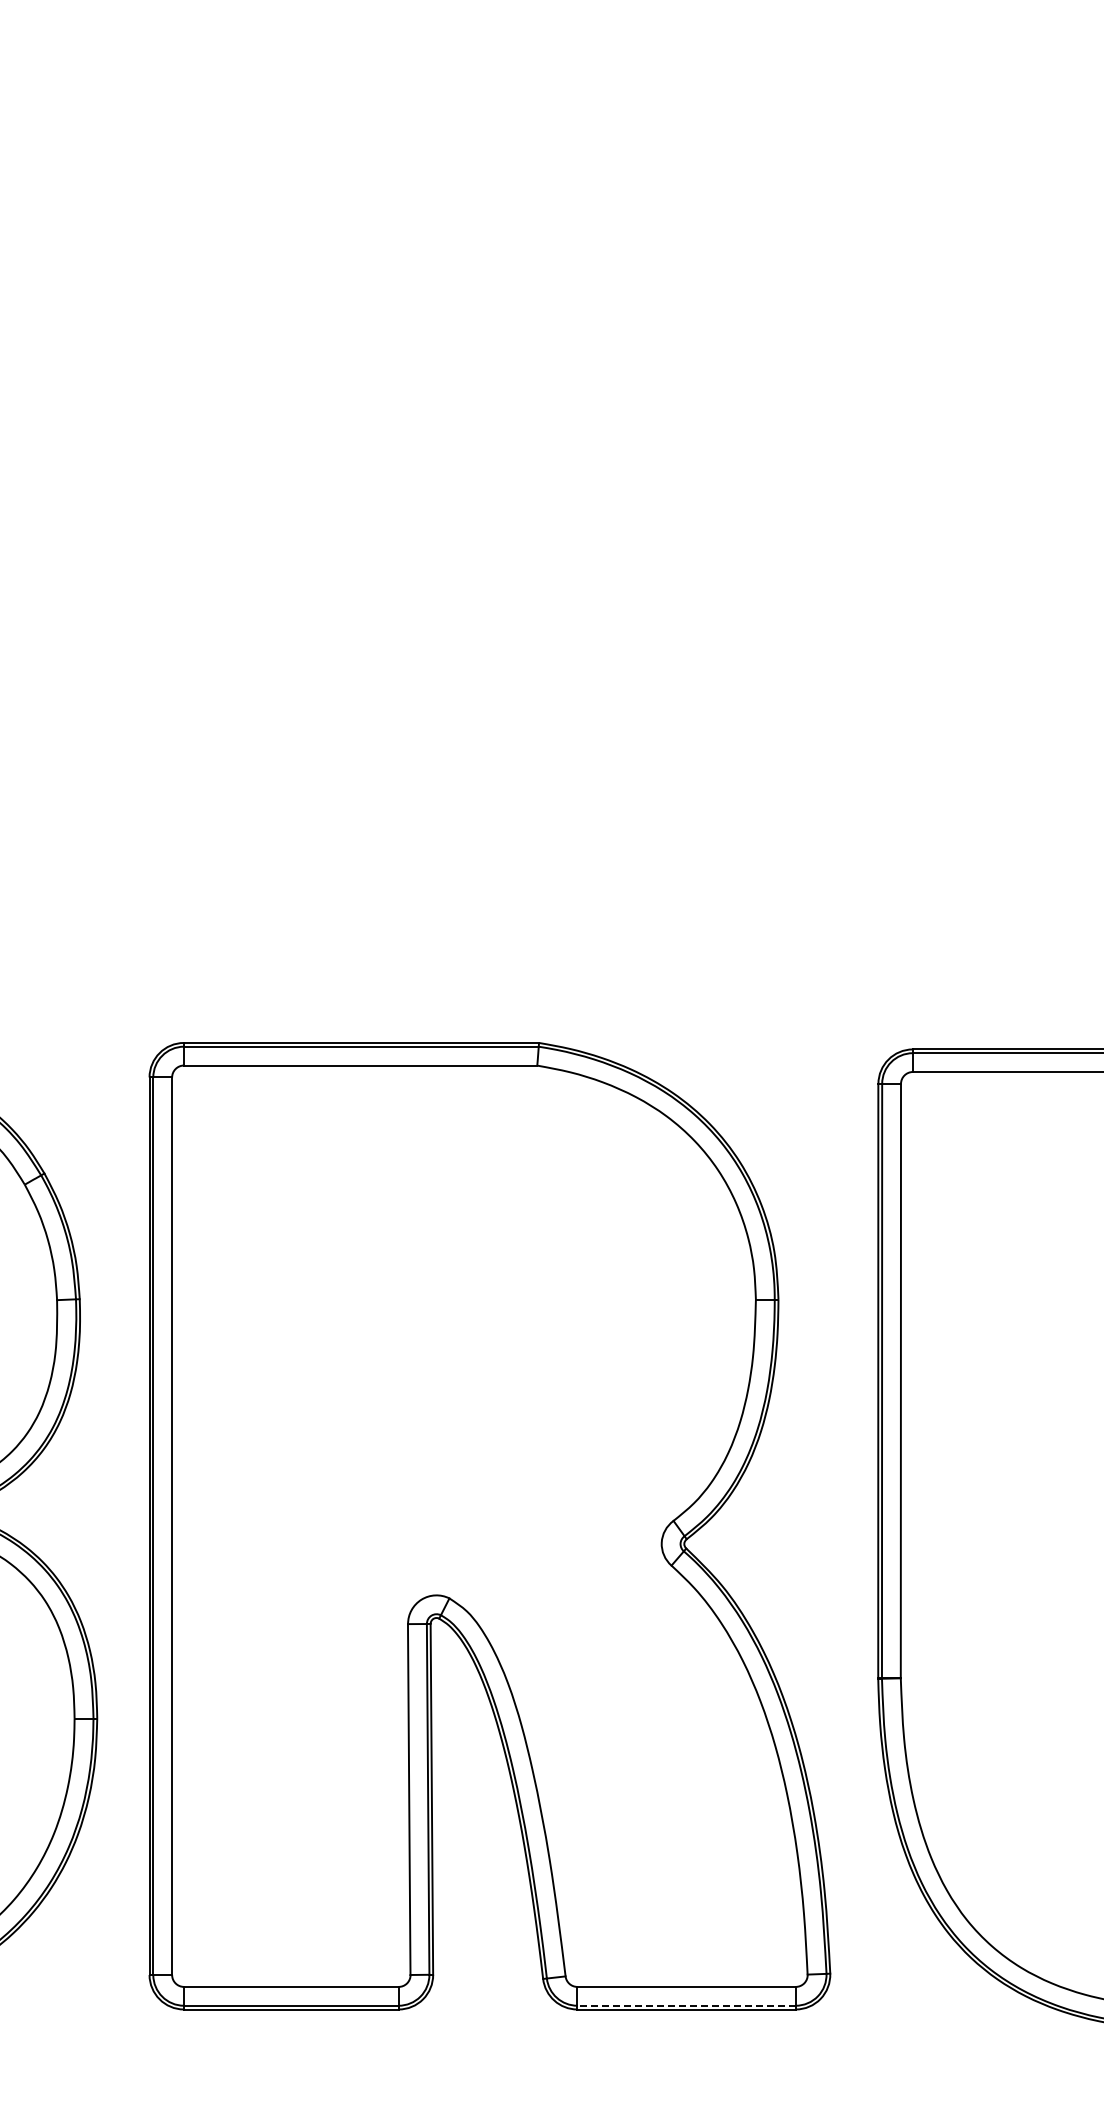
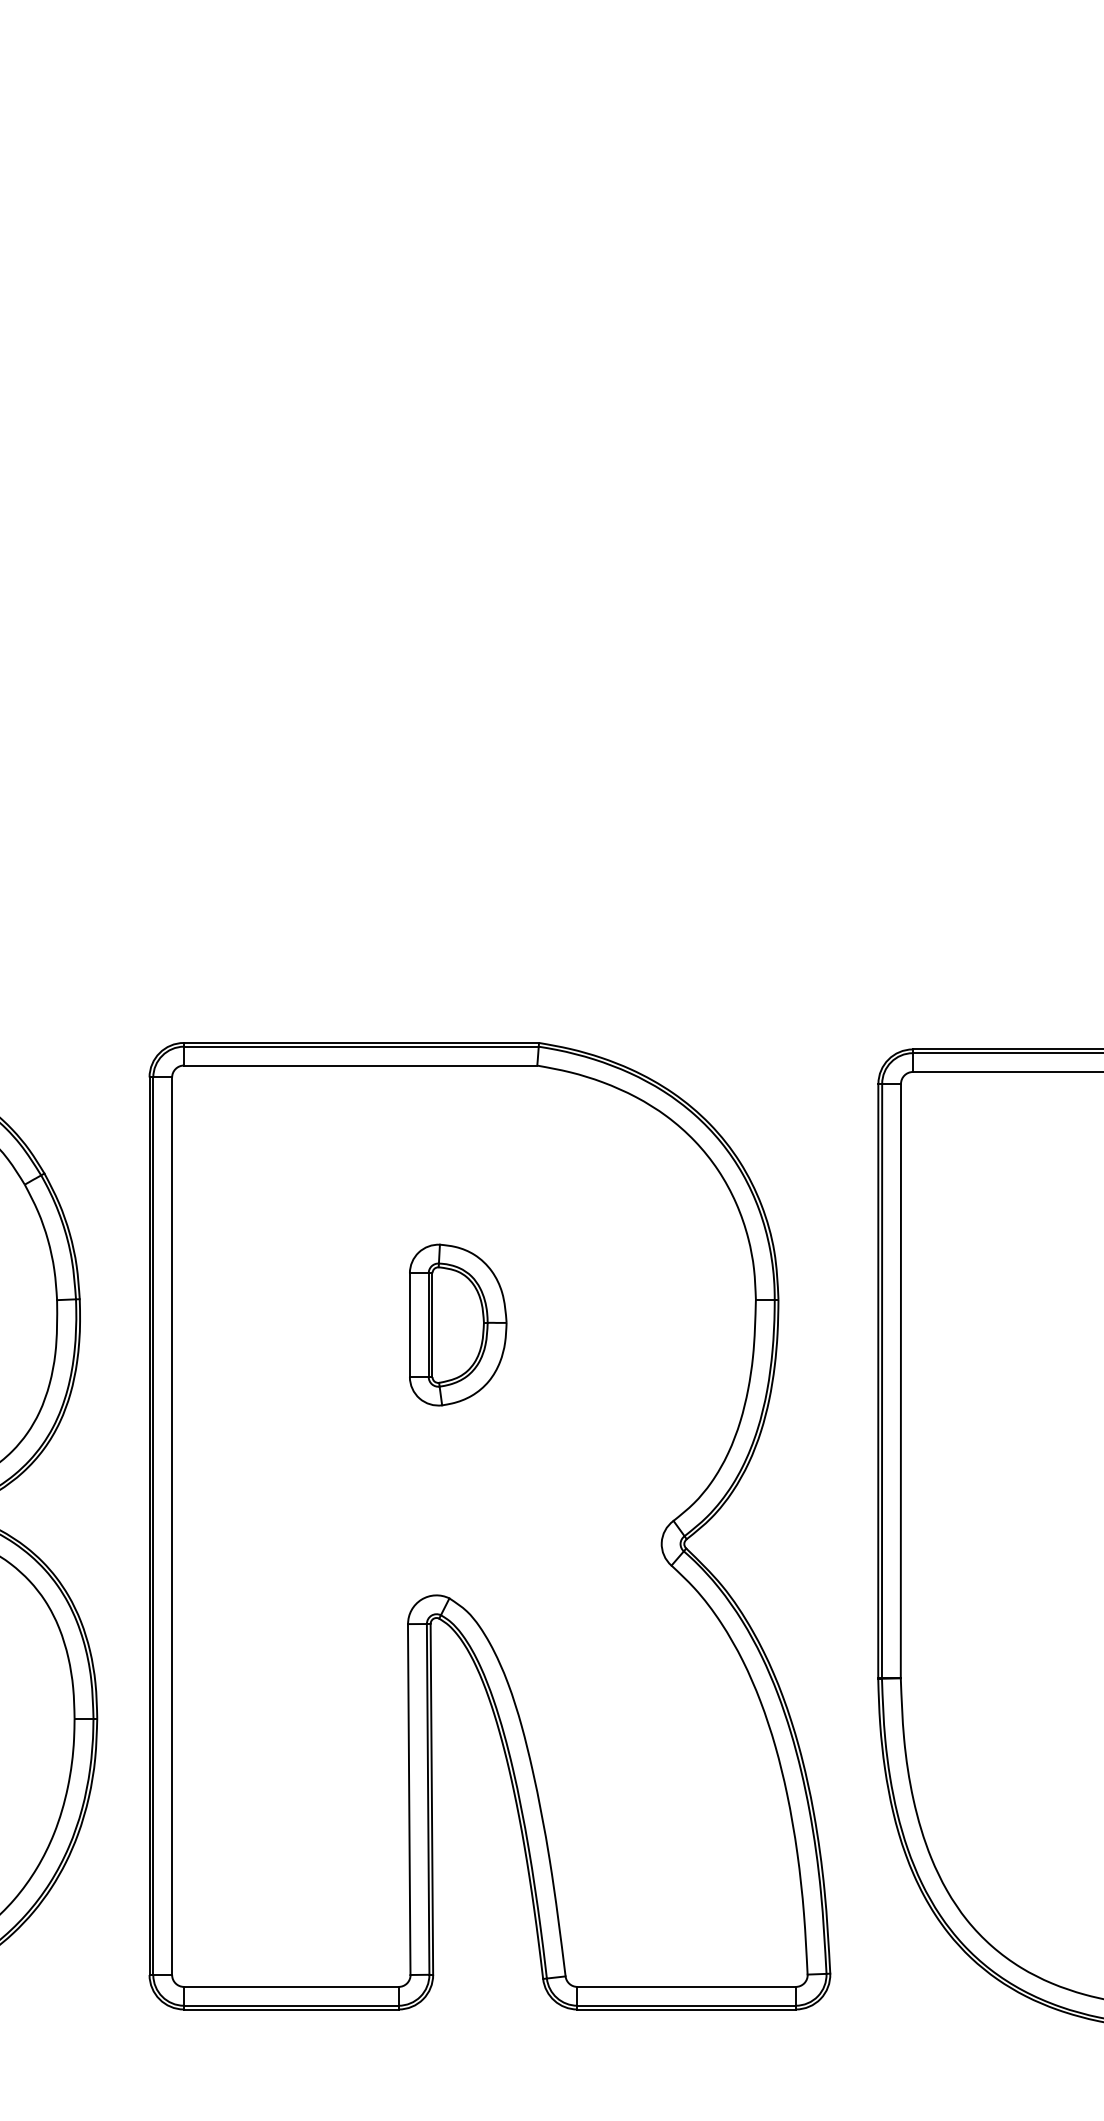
part at (458, 1324): none -> present
line at (686, 2005): dashed -> solid
